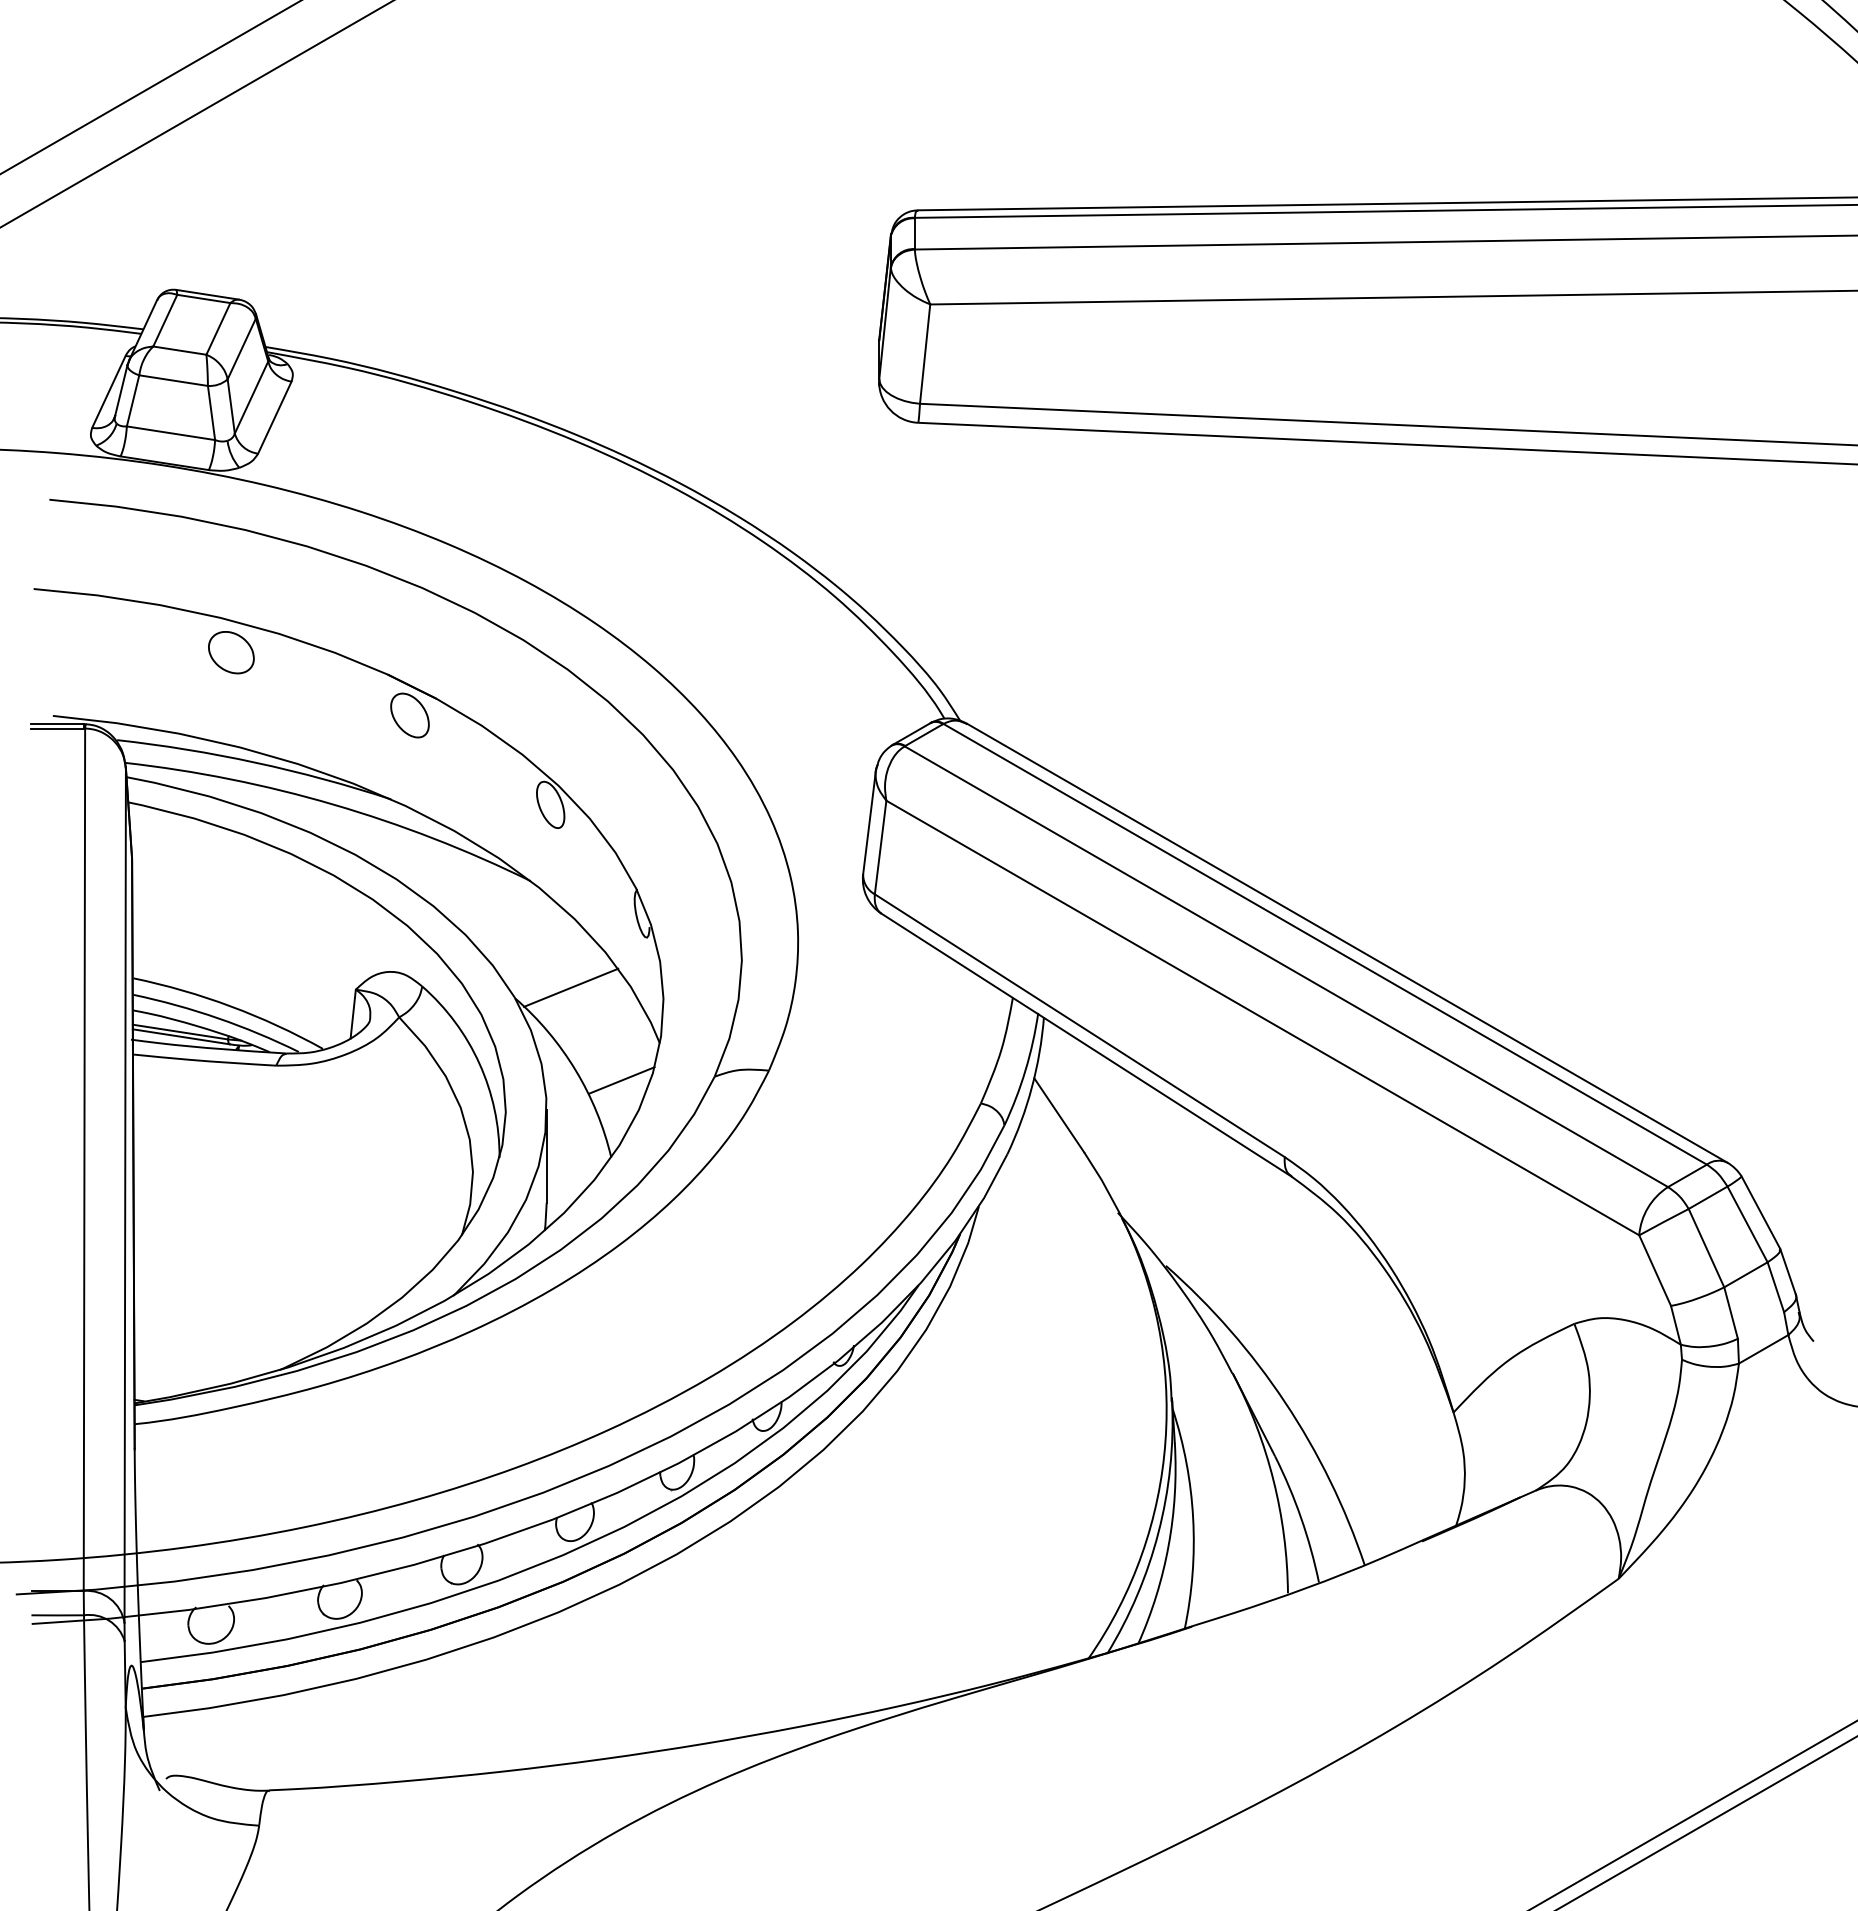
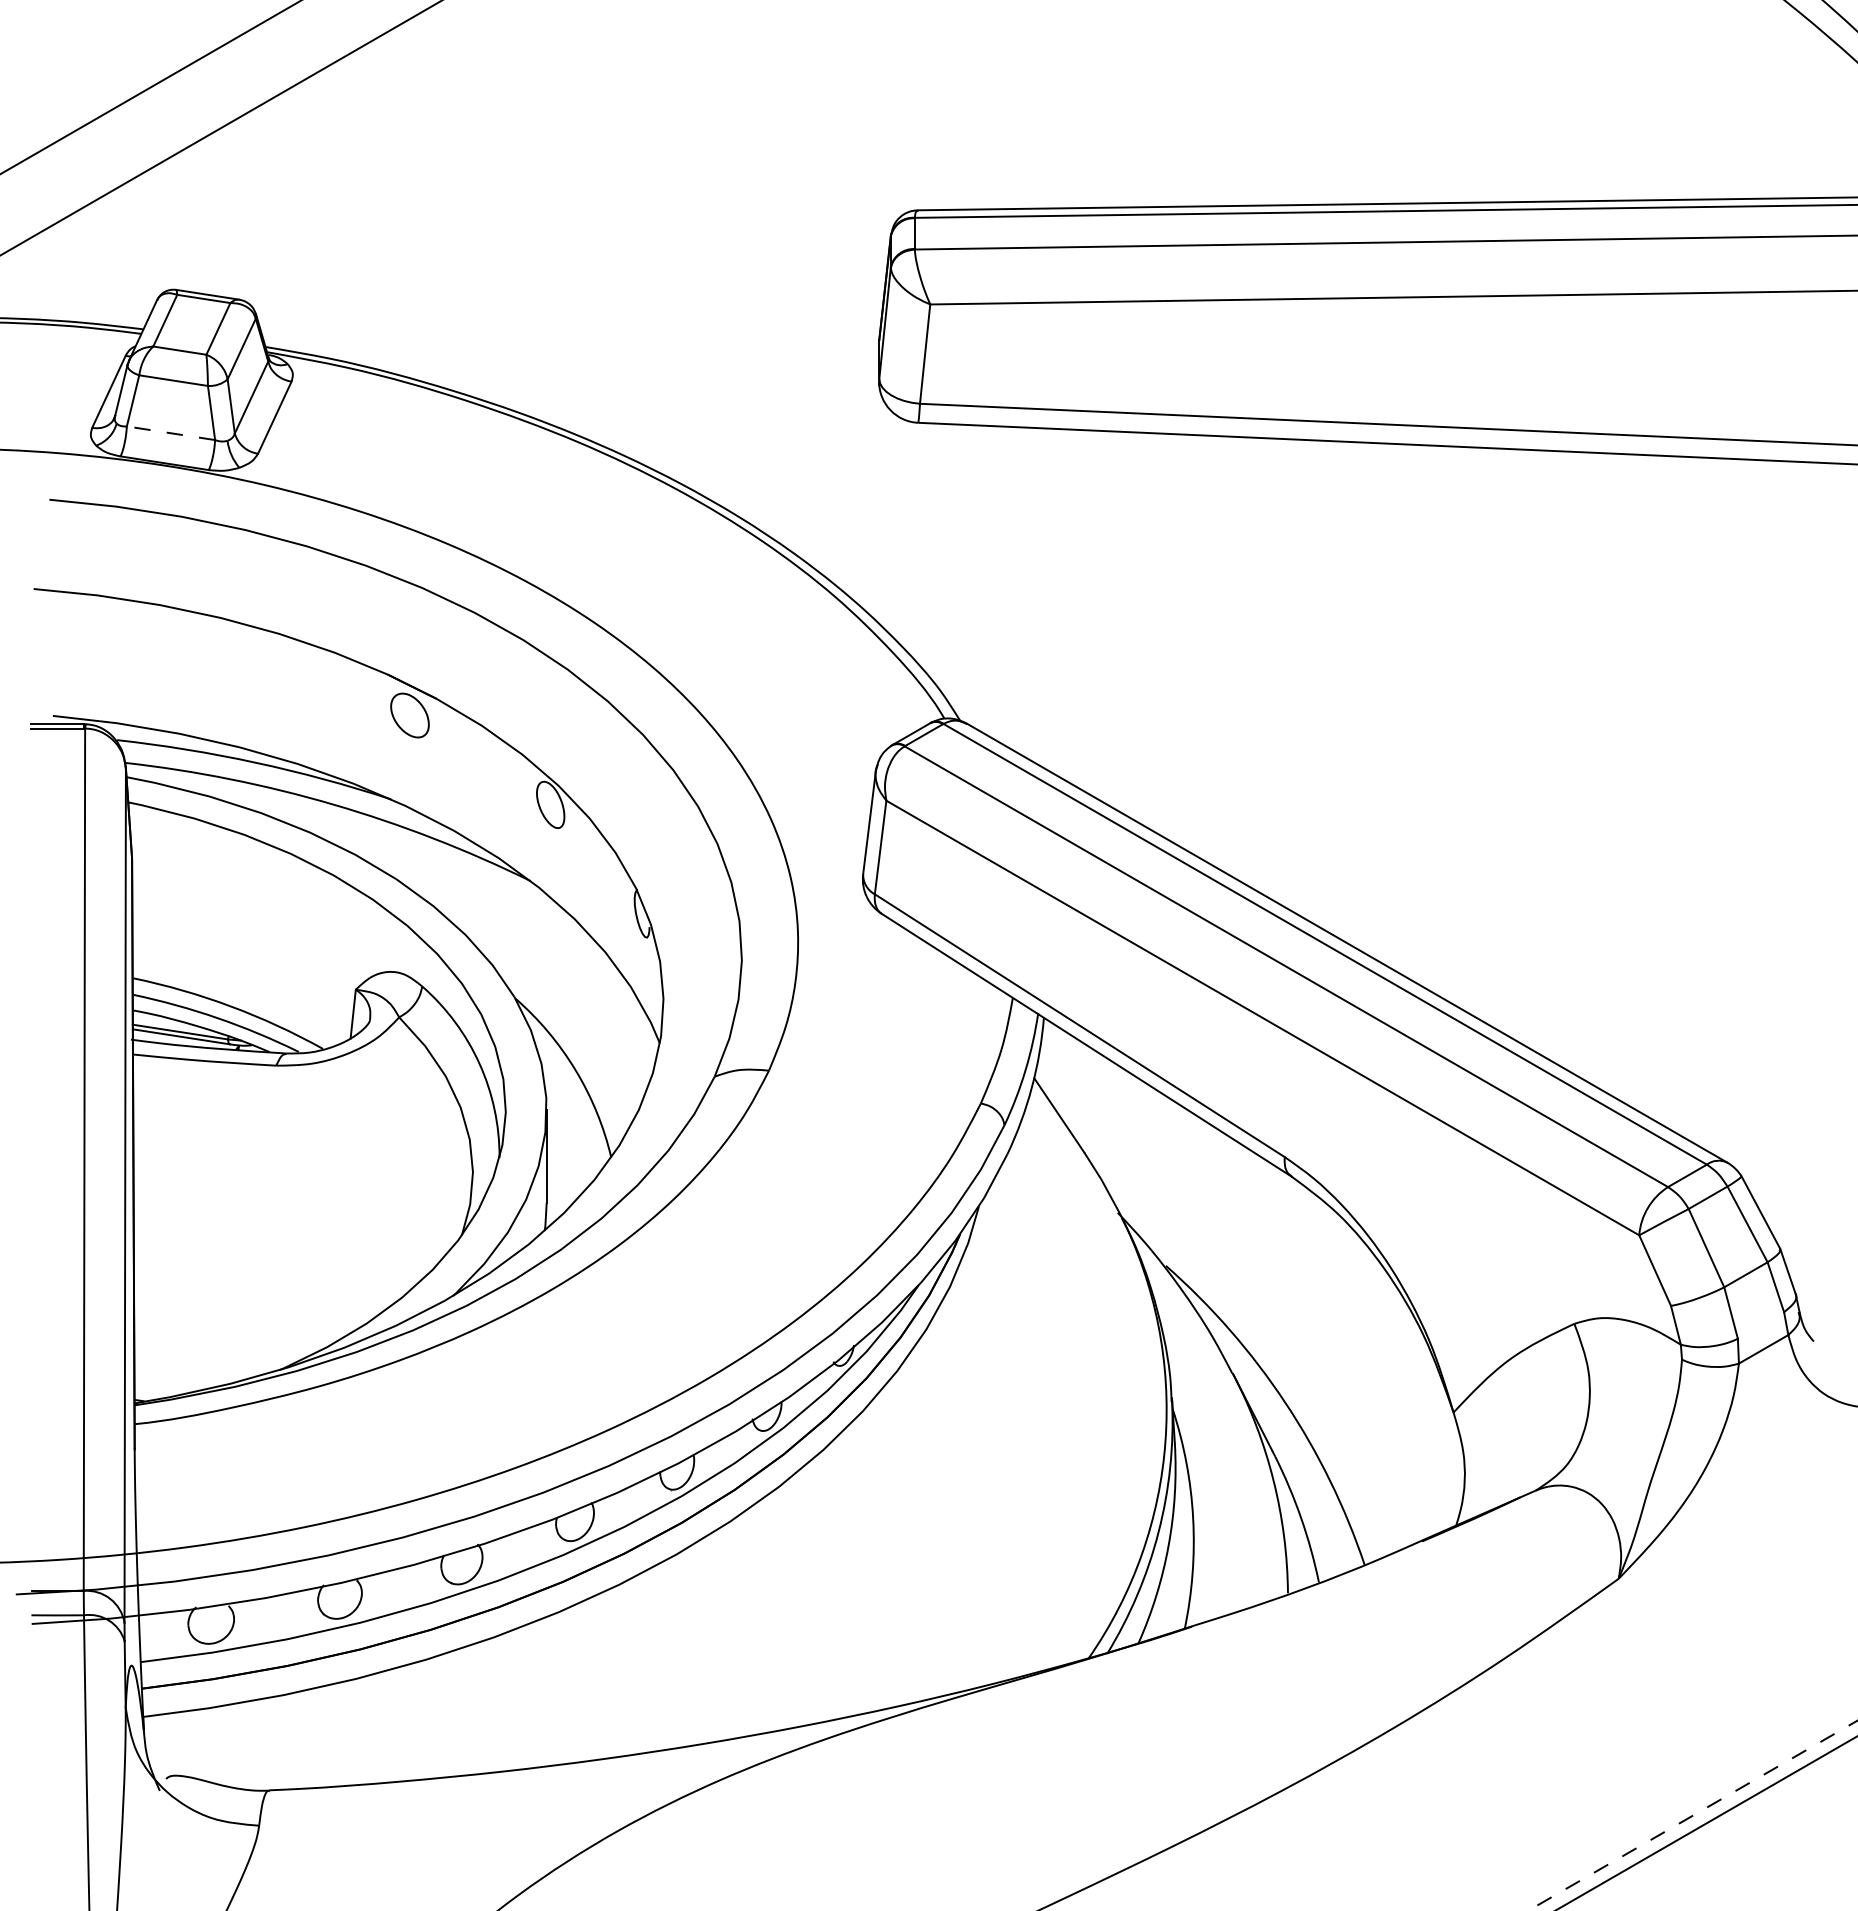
line at (196, 114) position: (196, 114) -> (220, 128)
line at (171, 433): solid -> dashed
part at (231, 652): present -> none
line at (571, 987): present -> none
line at (621, 1080): present -> none
line at (1693, 1815): solid -> dashed
